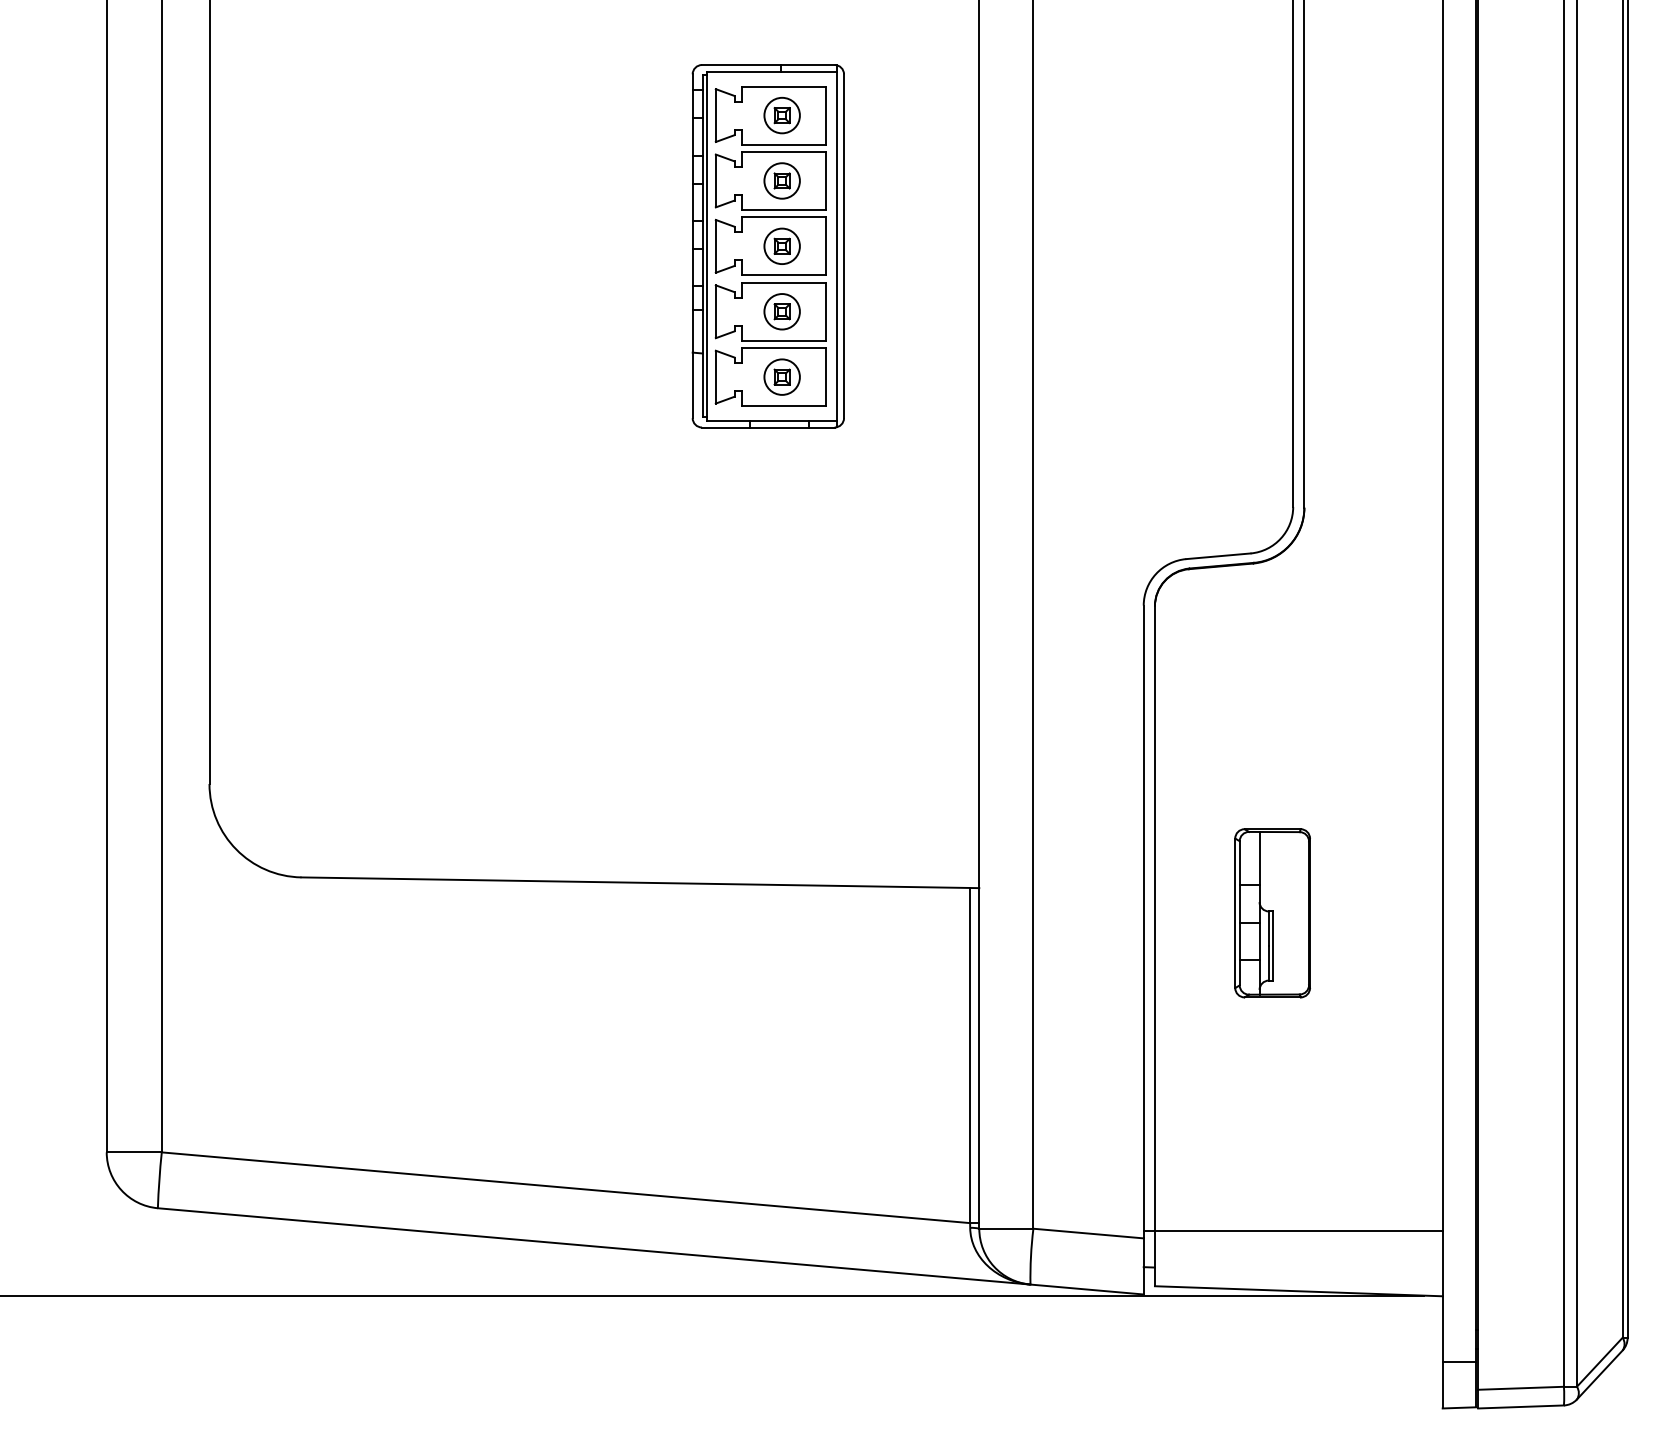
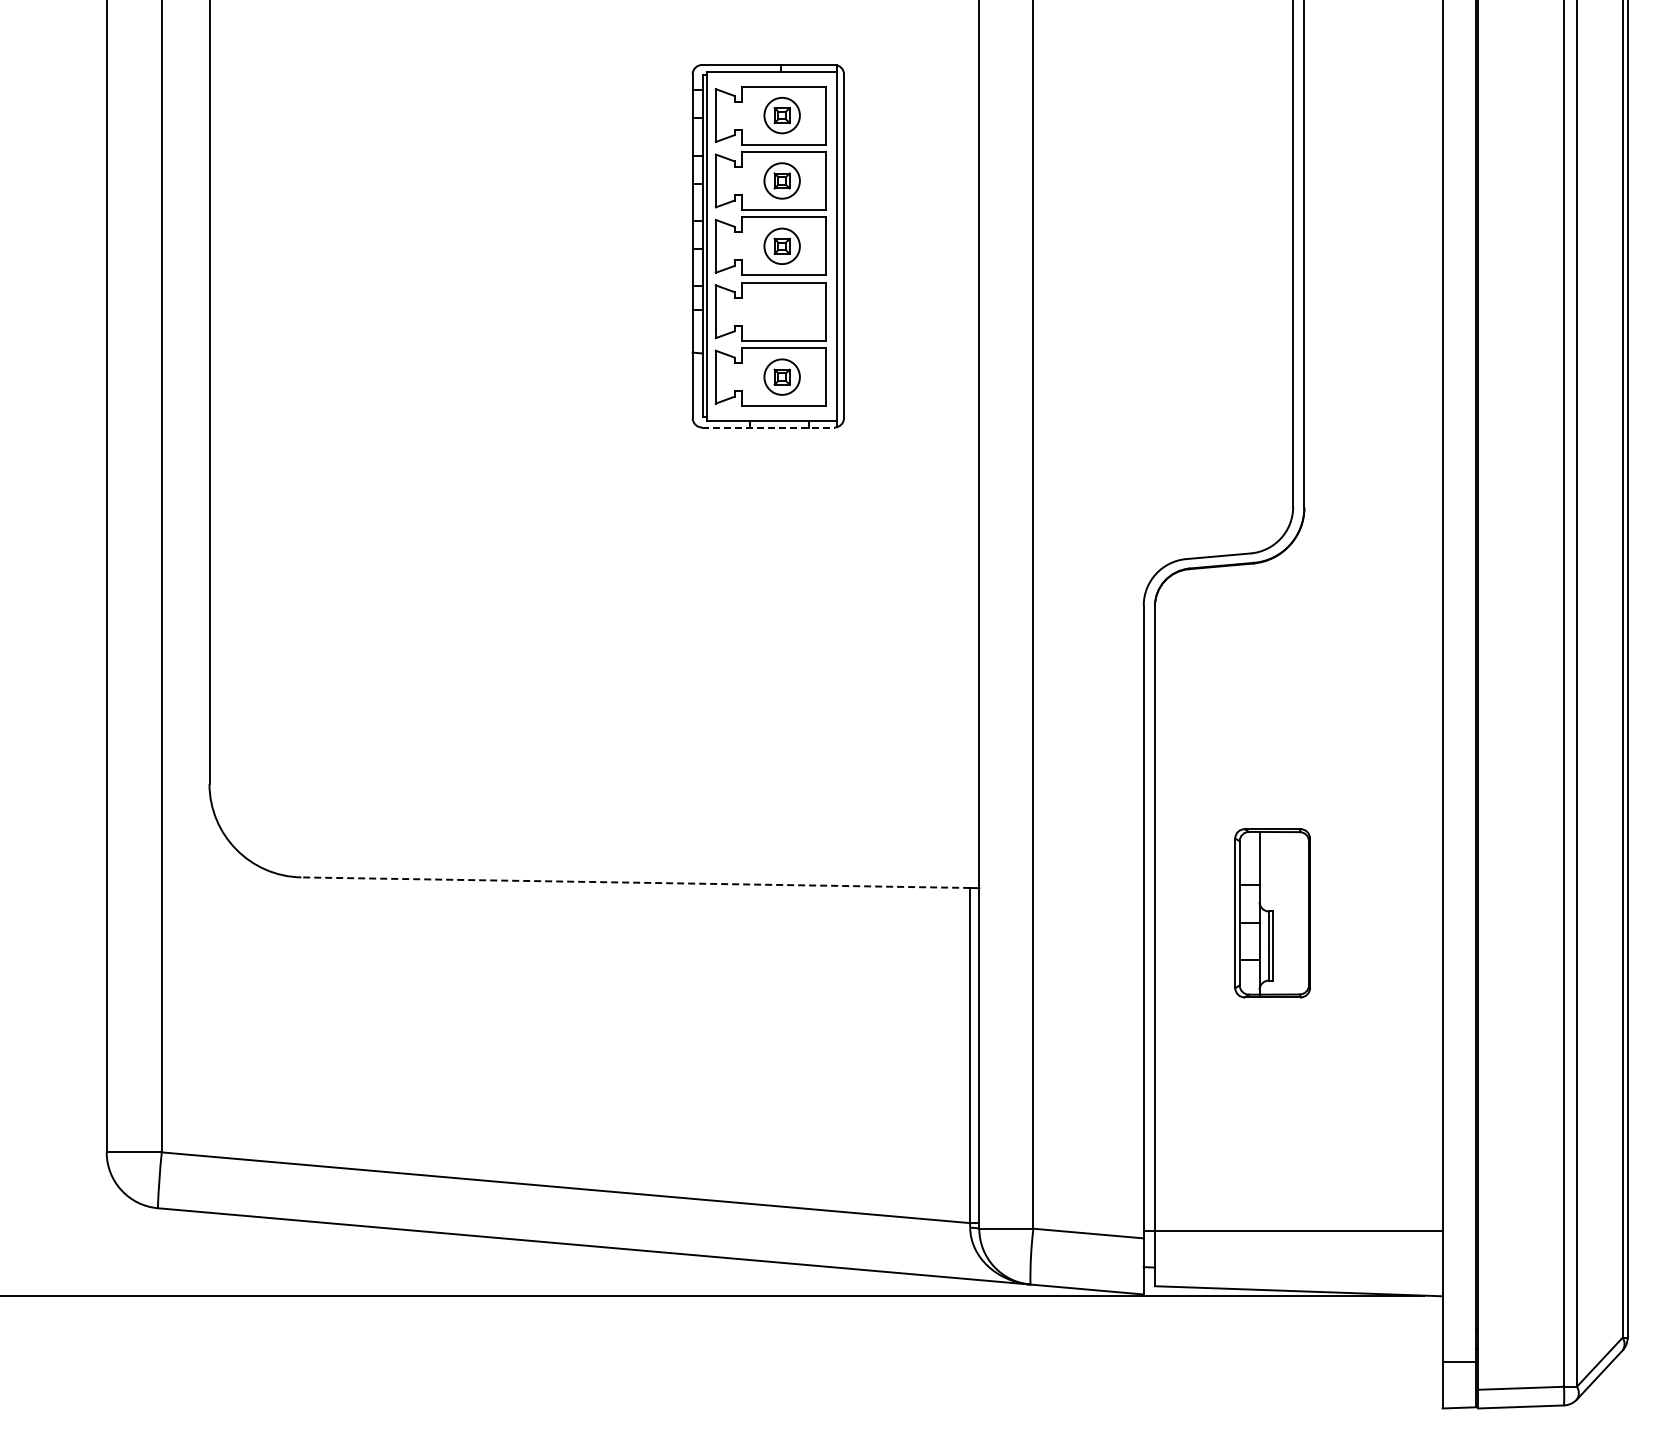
part at (781, 311): present -> none
line at (768, 427): solid -> dashed
line at (635, 882): solid -> dashed
